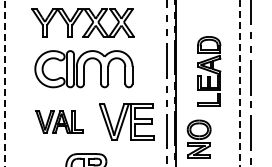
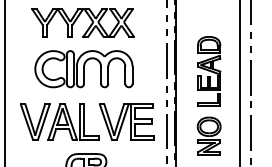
line at (4, 83): dashed -> solid
line at (239, 83): dashed -> solid
part at (59, 121) size: 49x24 px -> 80x38 px
part at (198, 138) position: (198, 138) -> (208, 135)
